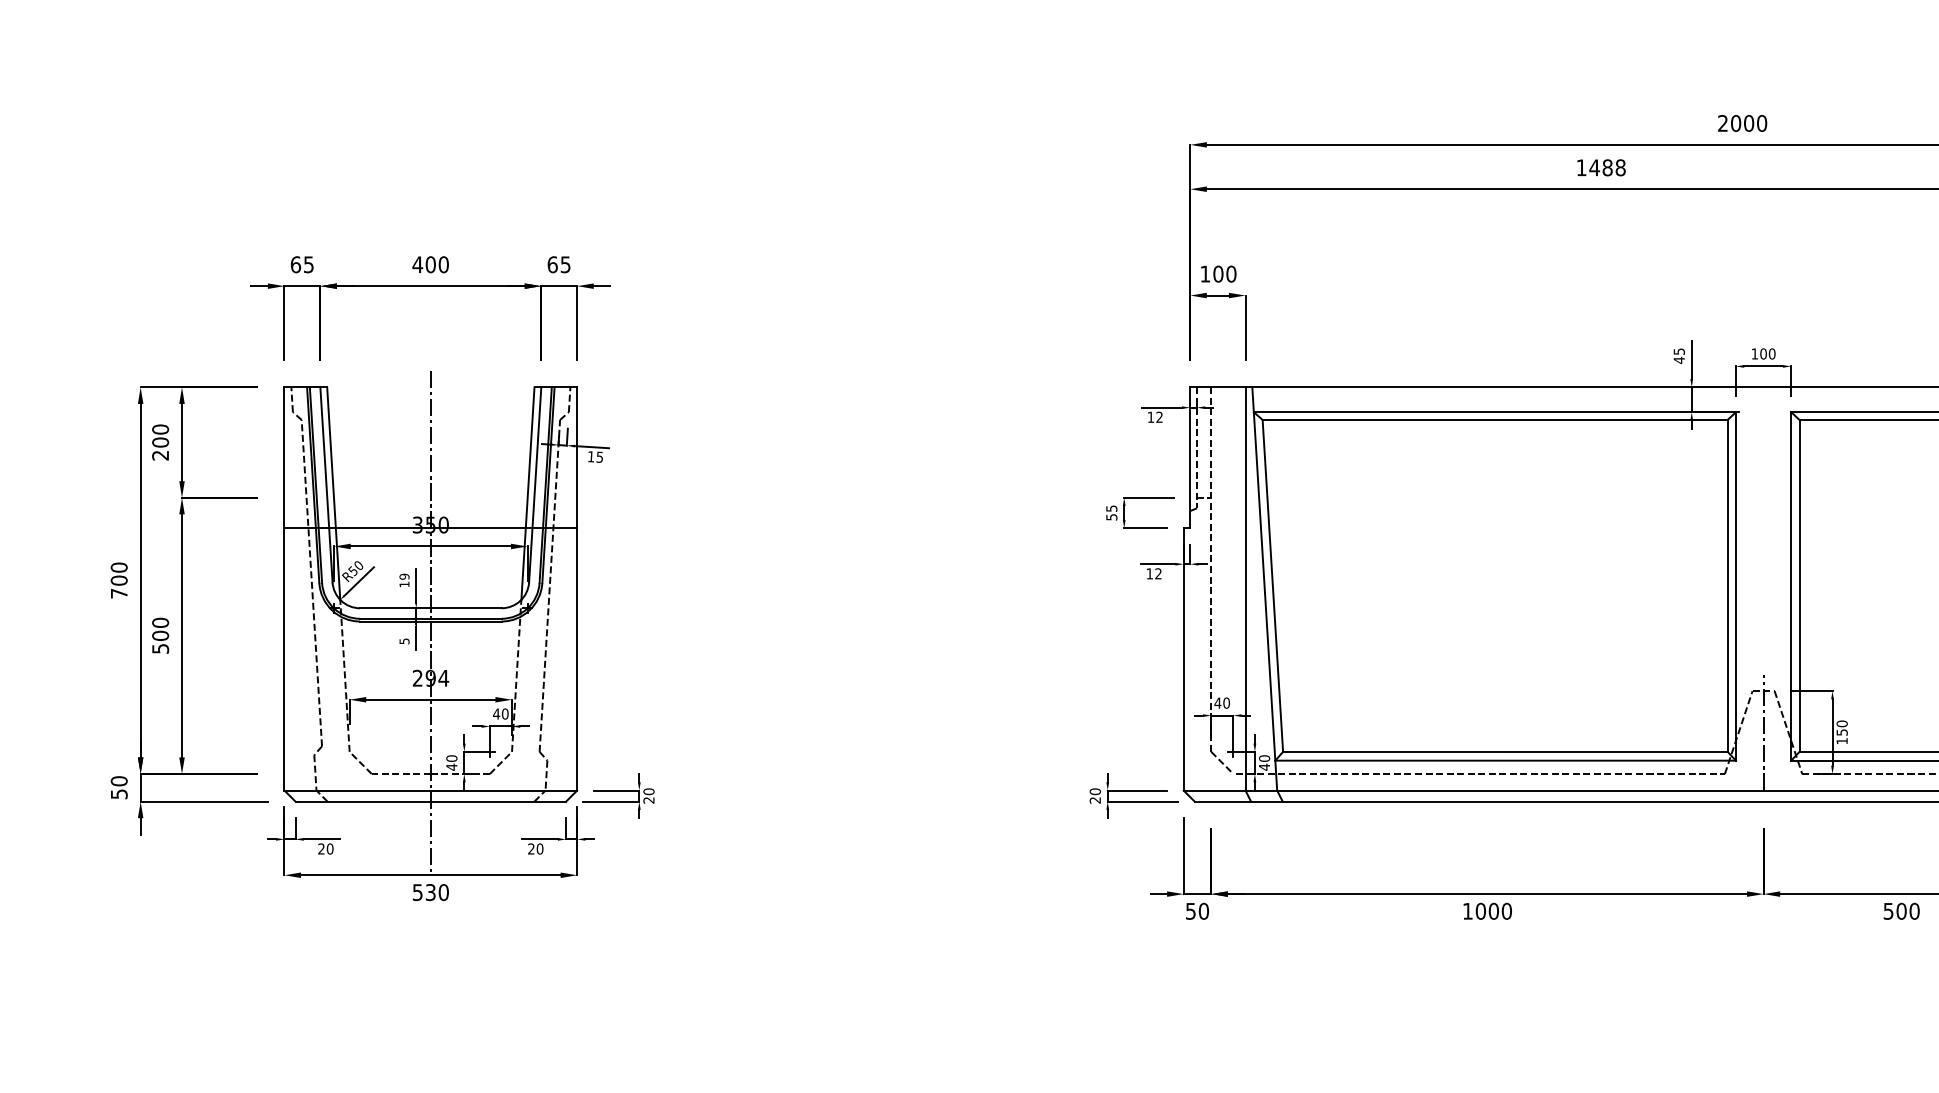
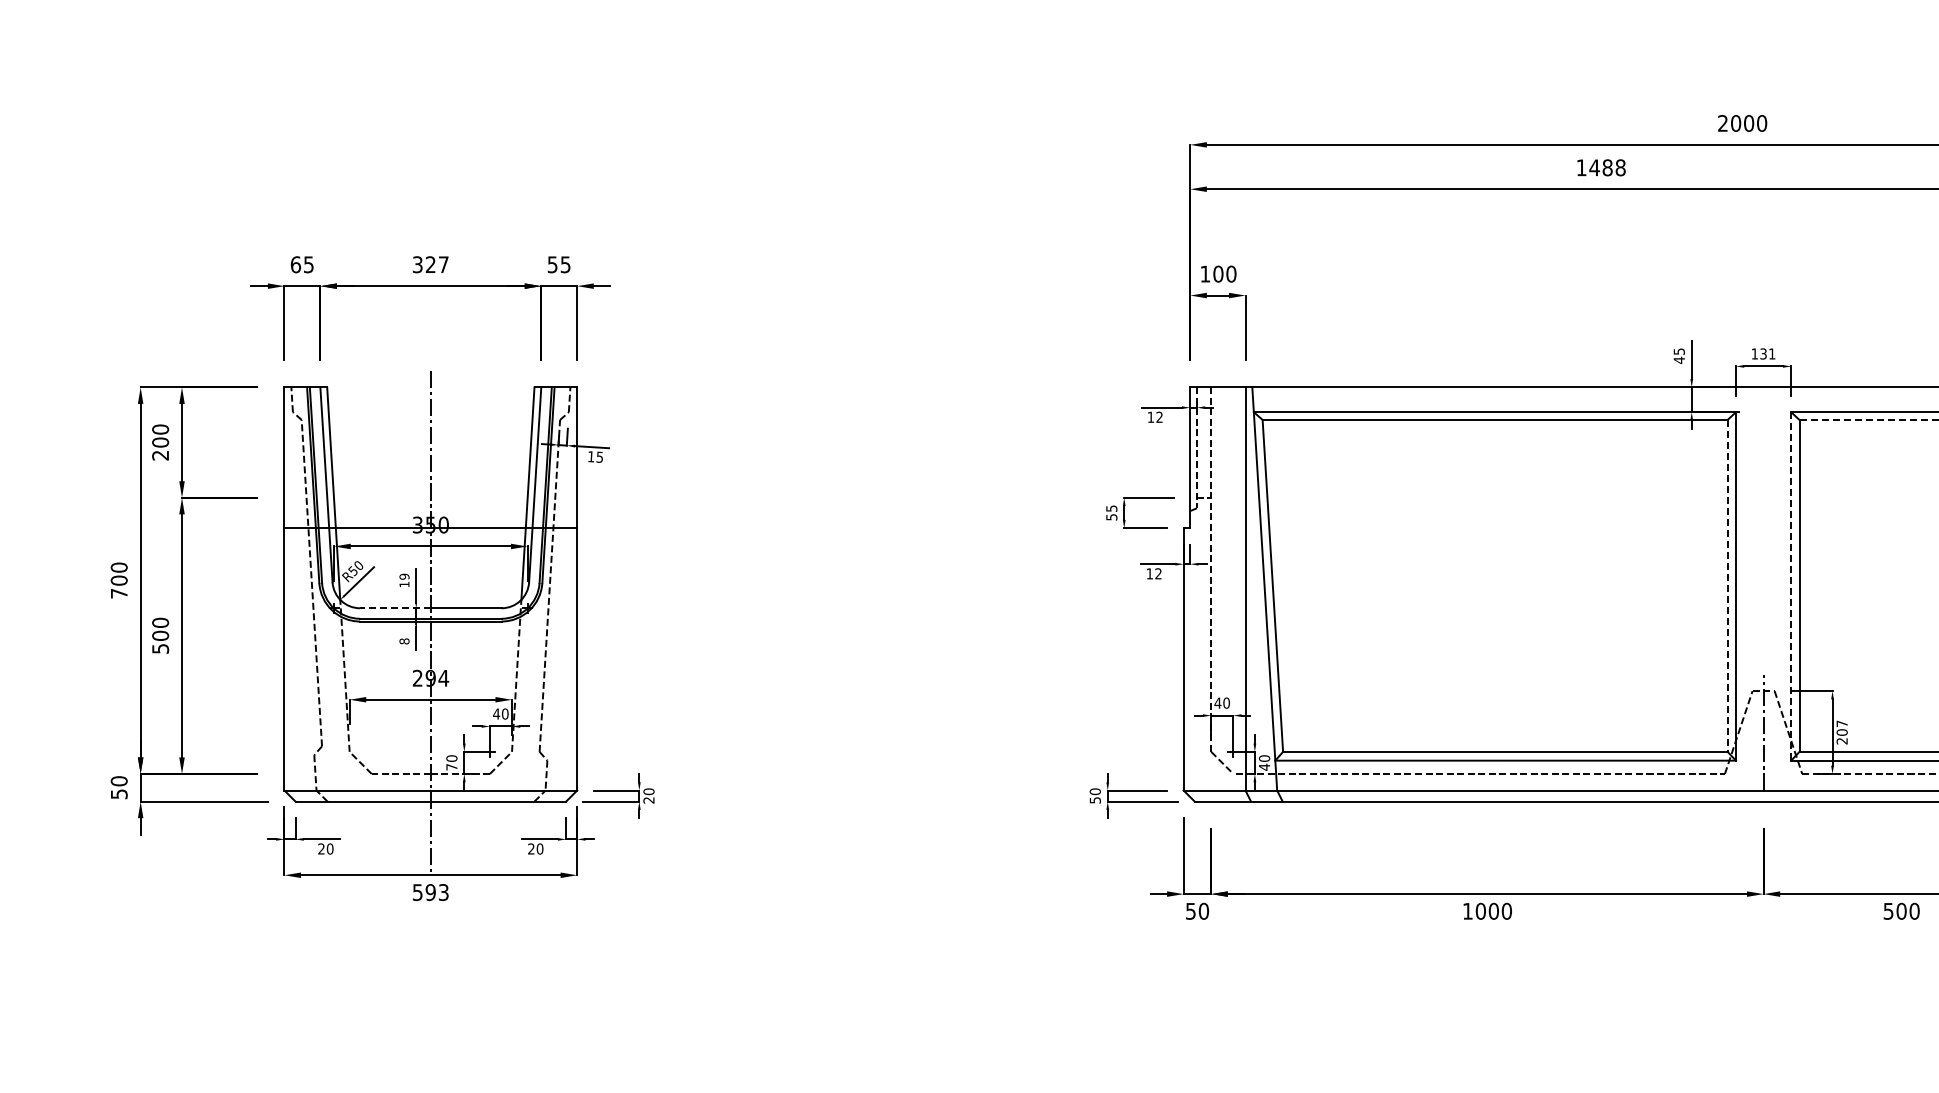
text at (430, 264): 400 -> 327
text at (552, 264): 65 -> 55
text at (1767, 353): 100 -> 131
line at (1869, 419): solid -> dashed
line at (1727, 585): solid -> dashed
line at (1791, 586): solid -> dashed
line at (394, 608): solid -> dashed
text at (404, 641): 5 -> 8
text at (1841, 732): 150 -> 207
text at (451, 766): 40 -> 70
text at (1094, 800): 20 -> 50
text at (436, 892): 530 -> 593
